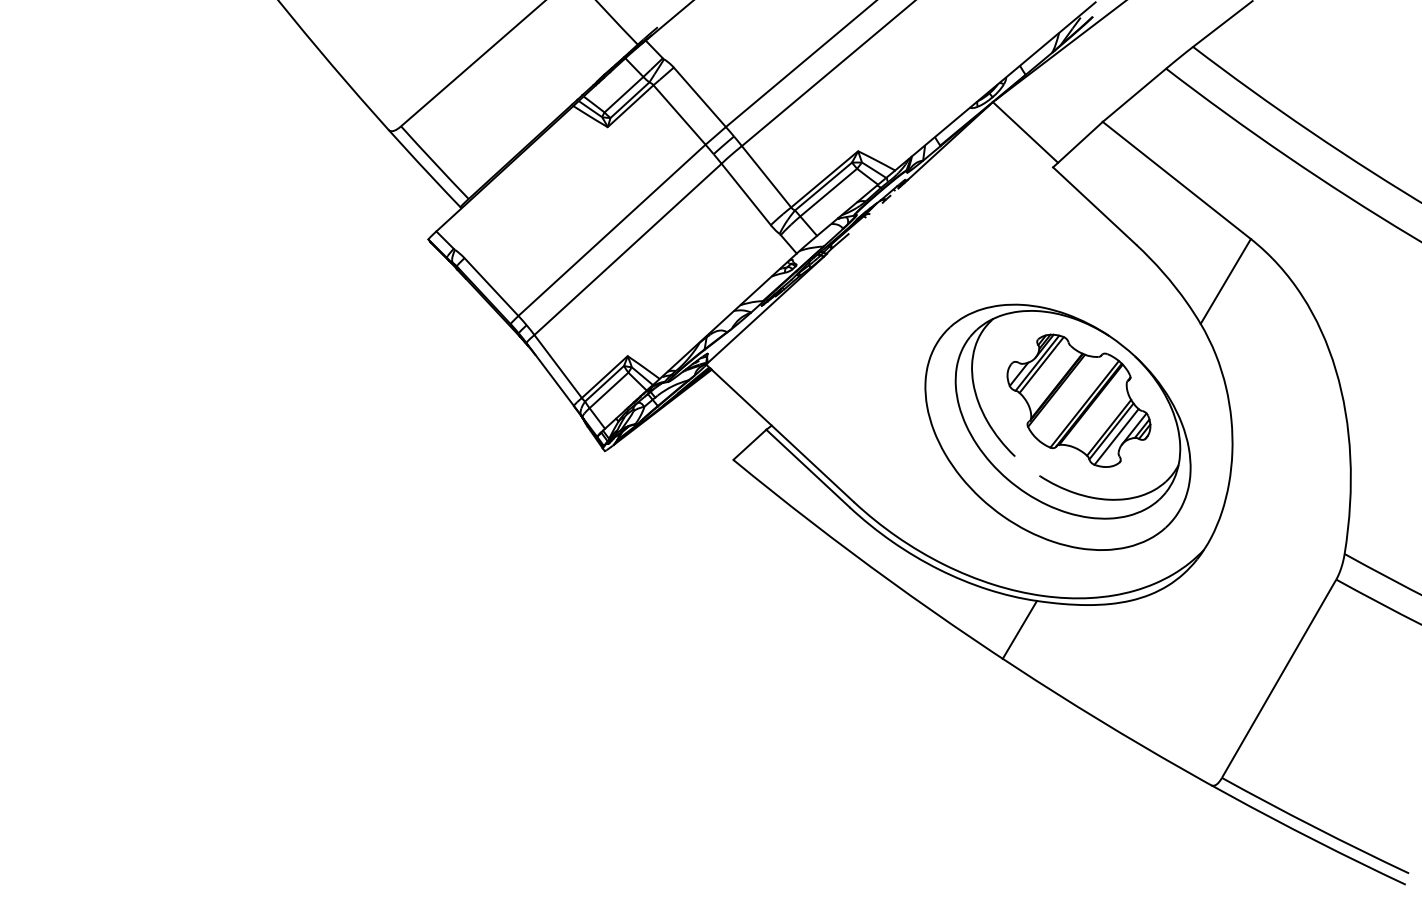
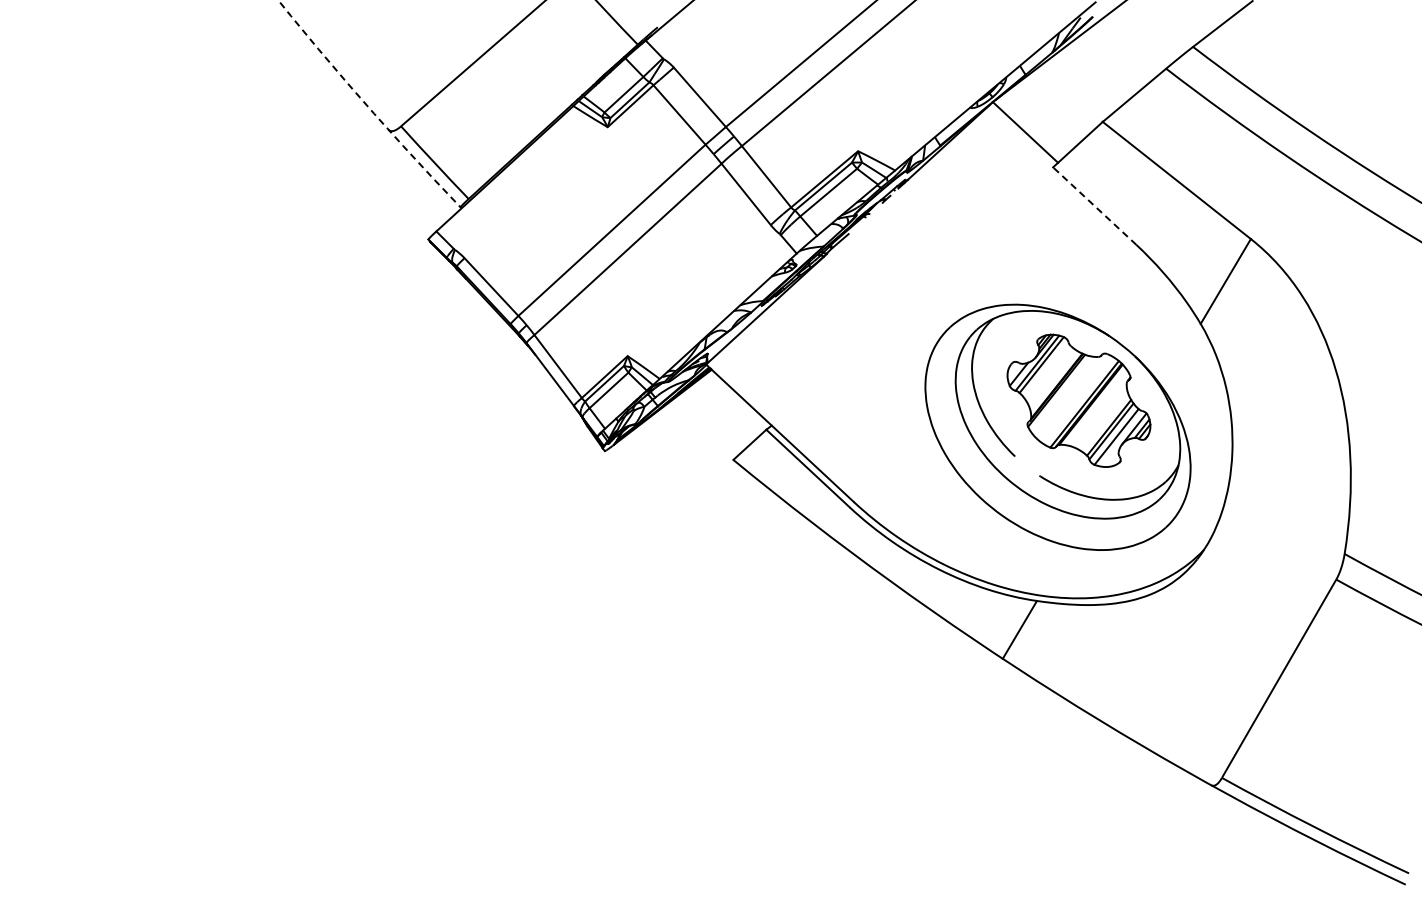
arc at (367, 106): solid -> dashed
line at (1094, 206): solid -> dashed
